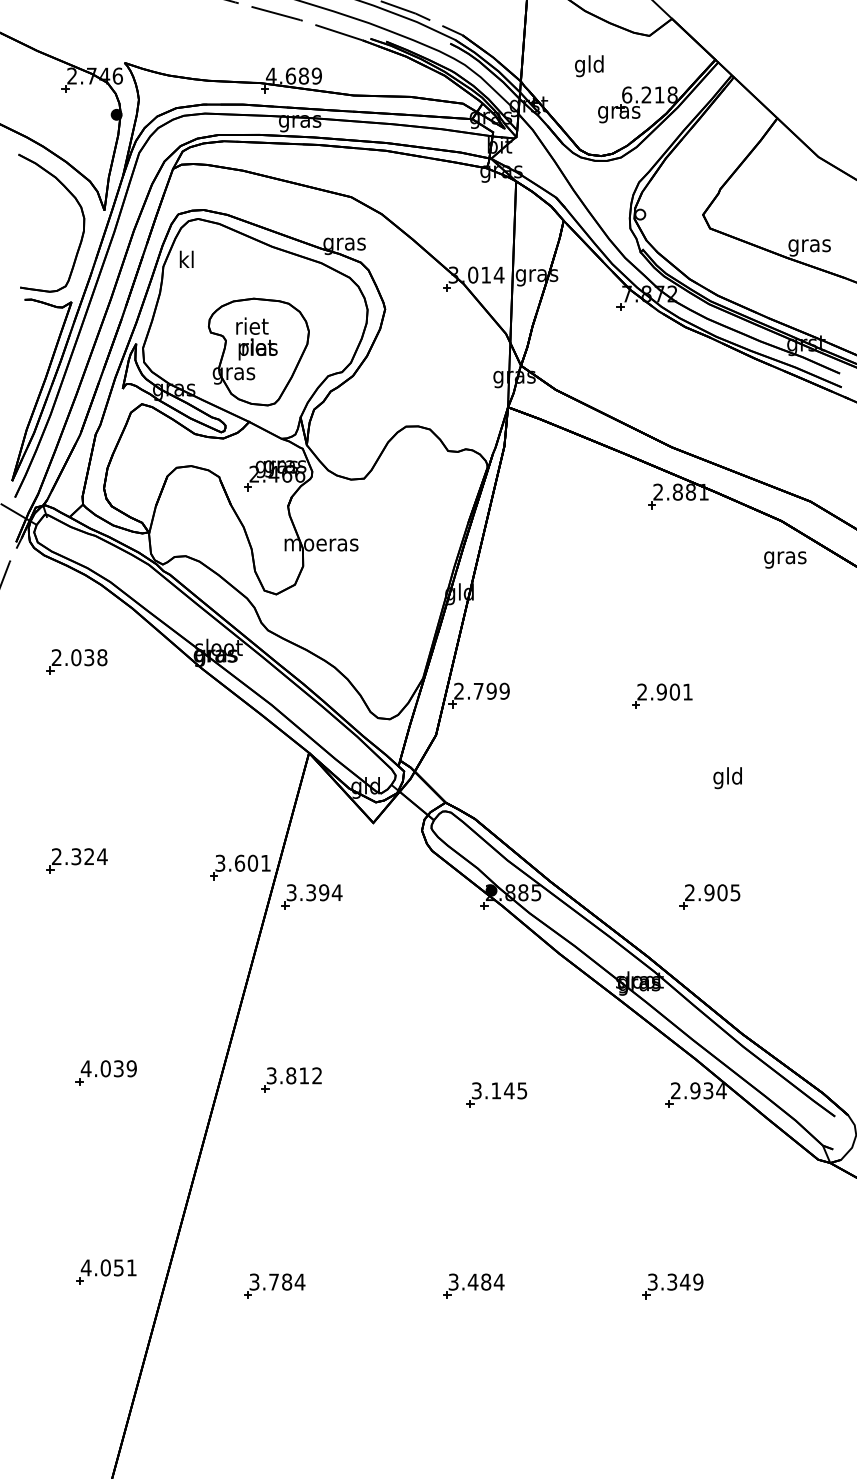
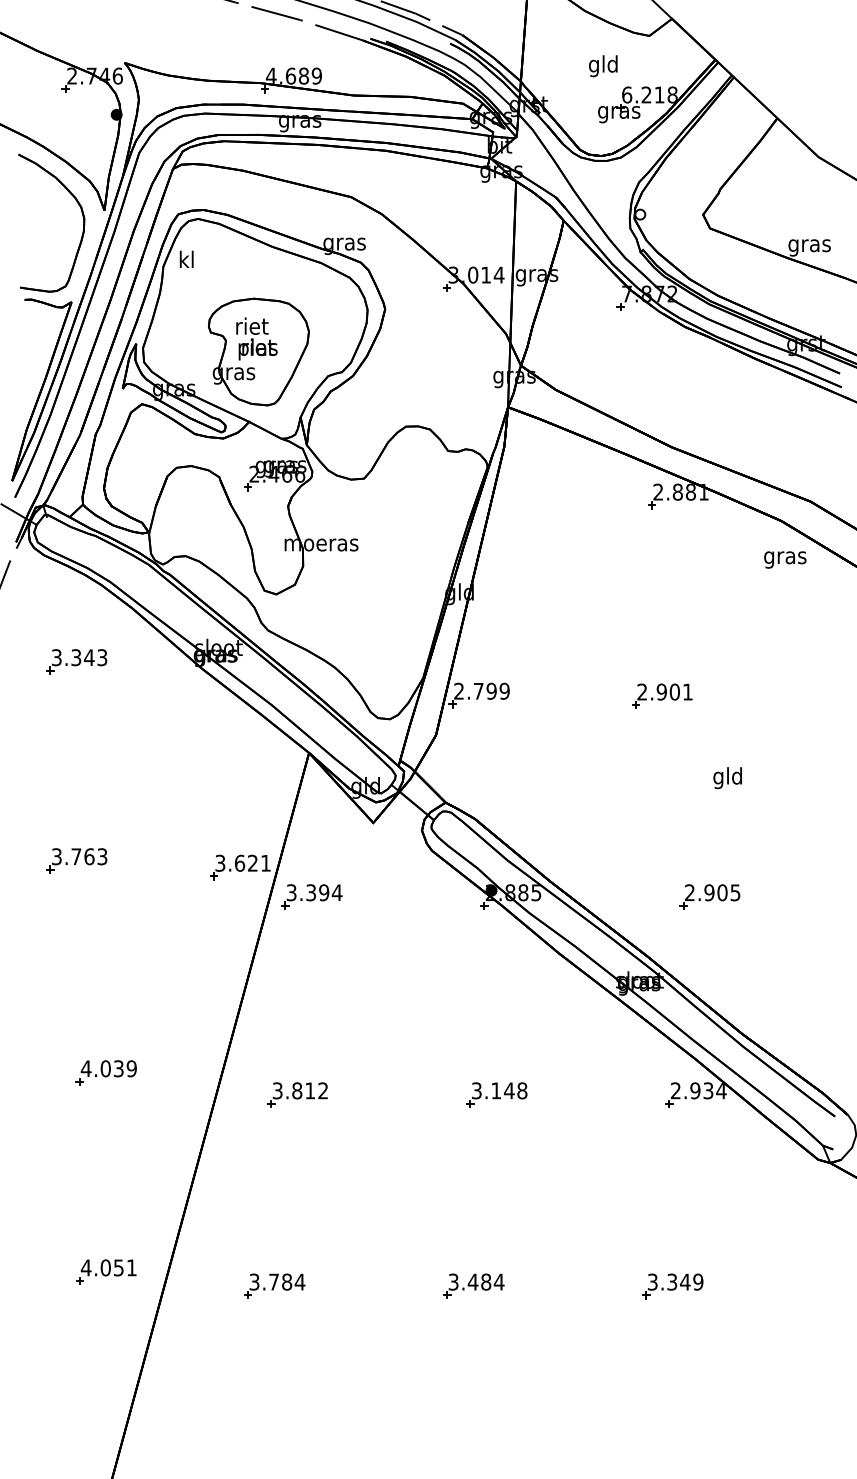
text at (589, 66) position: (589, 66) -> (603, 66)
text at (79, 657): 2.038 -> 3.343
text at (79, 856): 2.324 -> 3.763
text at (252, 862): 3.601 -> 3.621
part at (291, 1079) position: (291, 1079) -> (297, 1094)
text at (522, 1090): 3.145 -> 3.148
